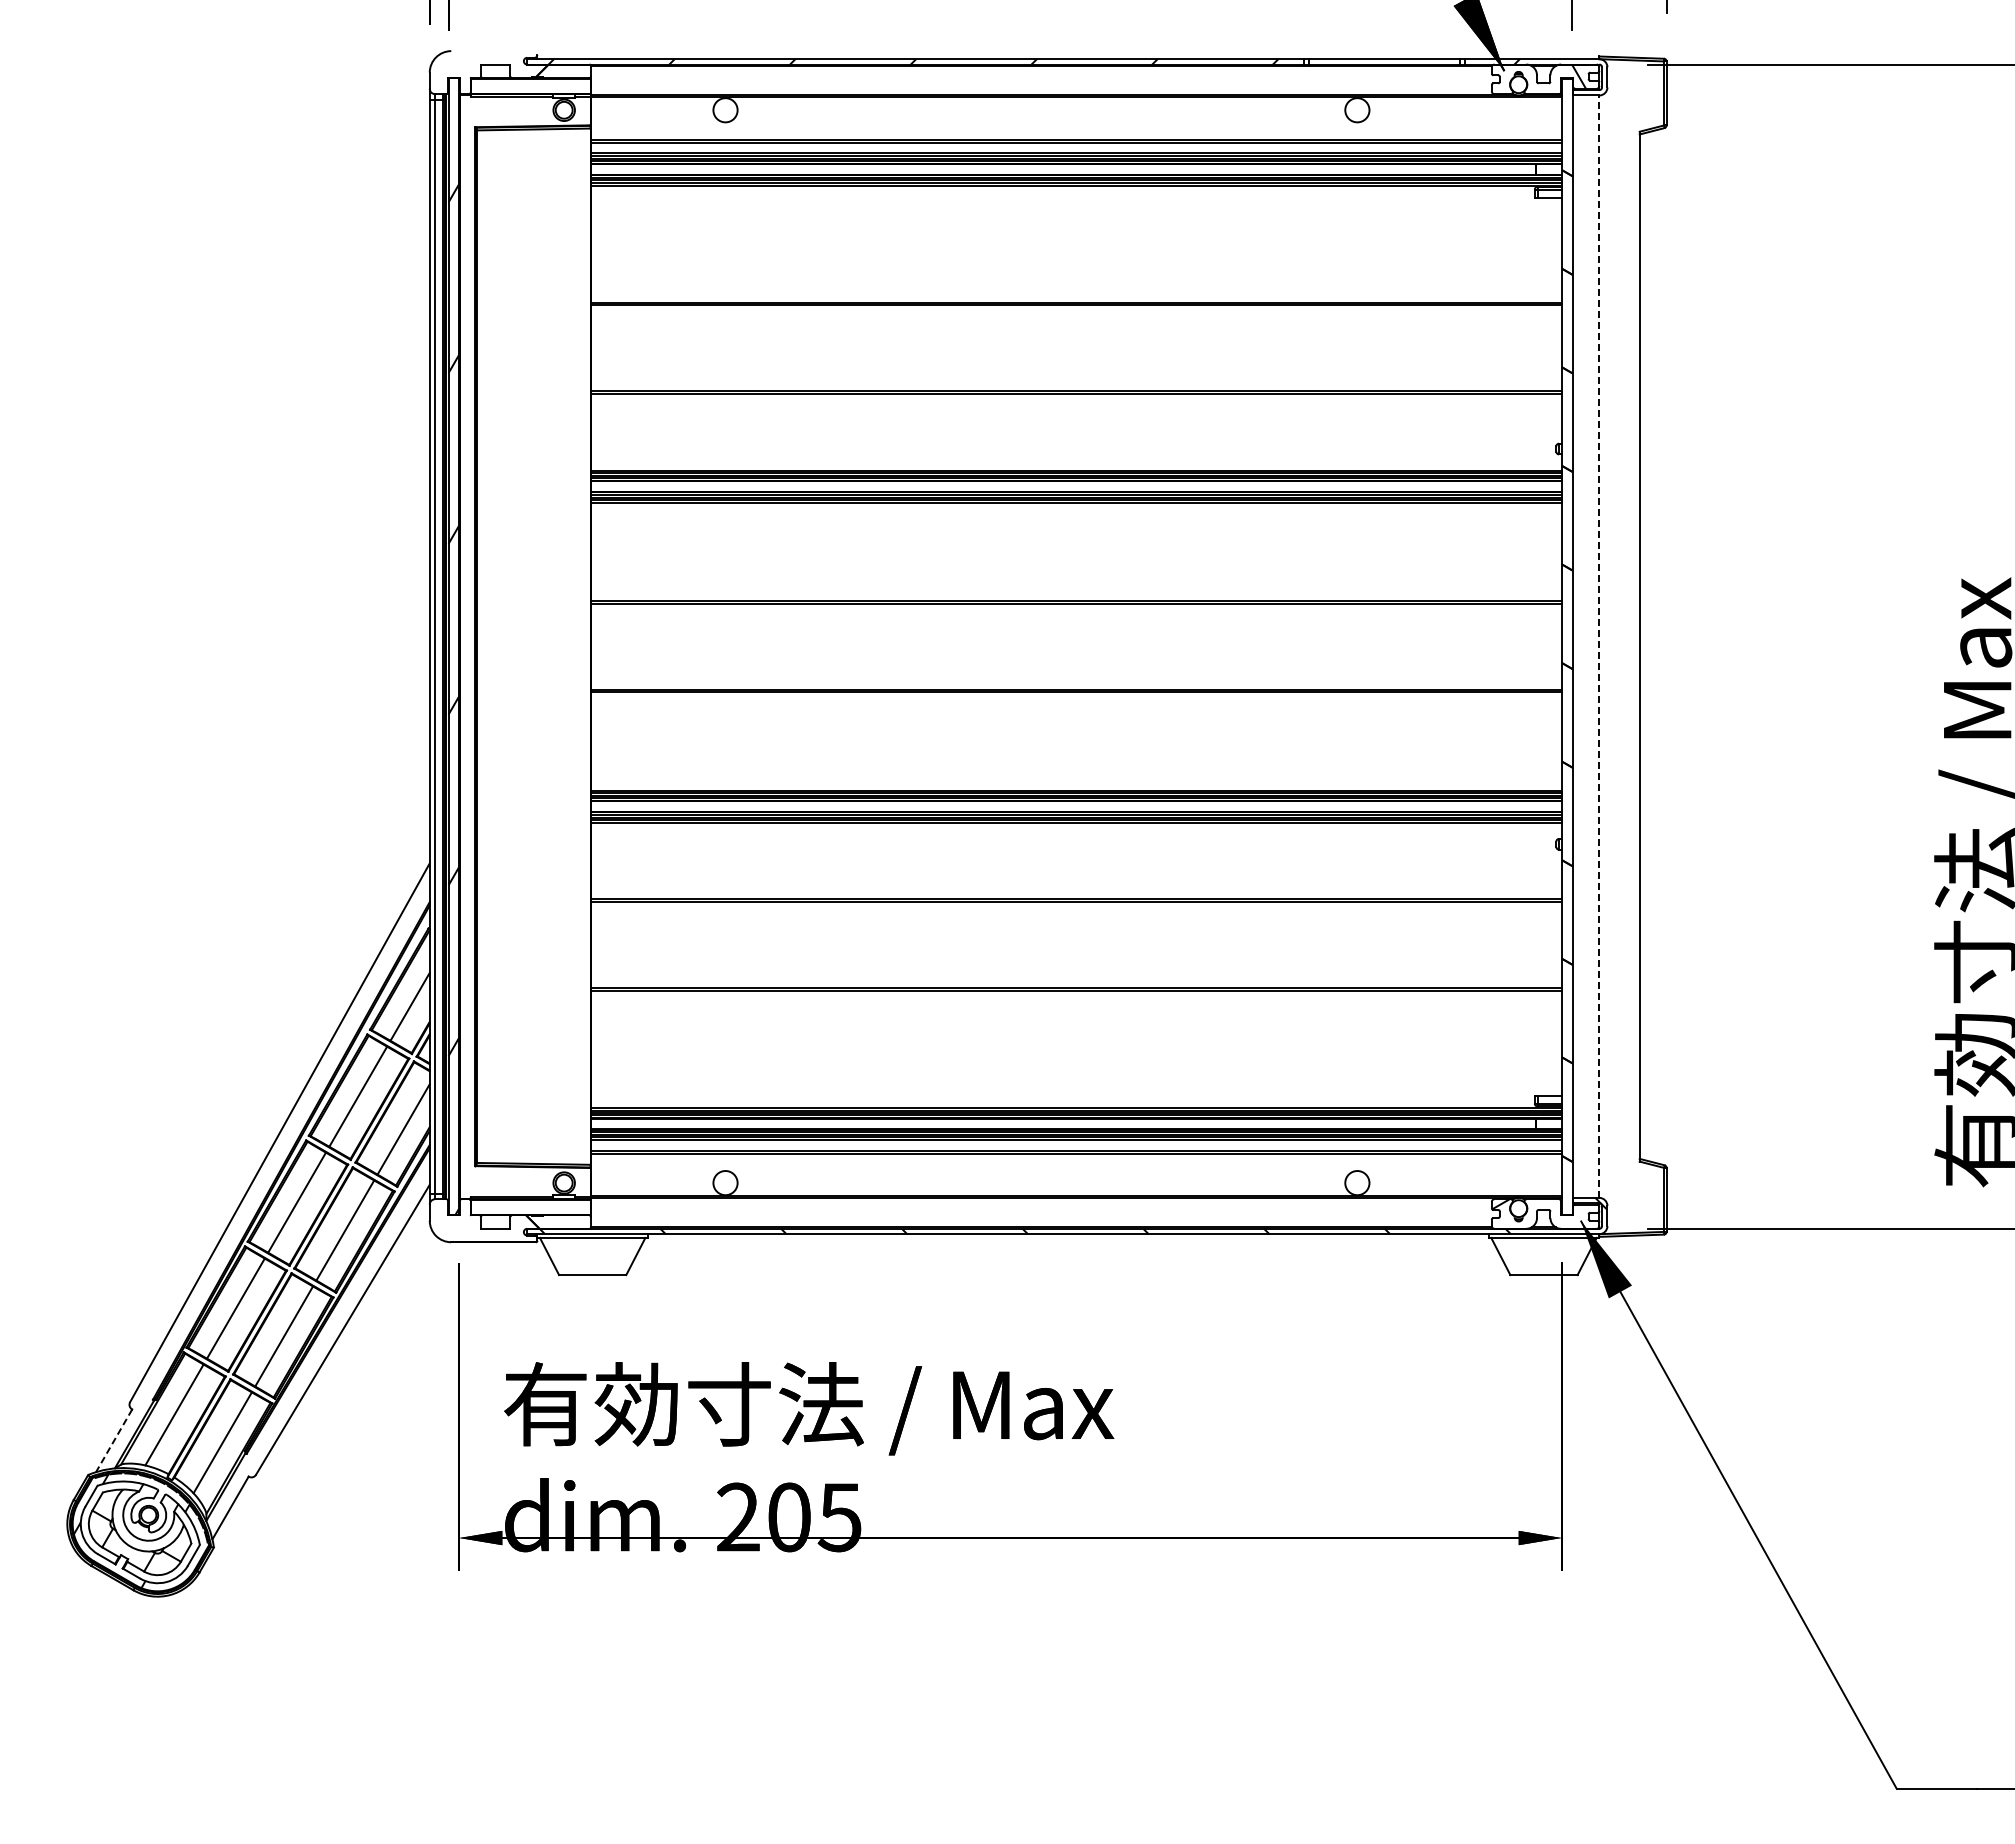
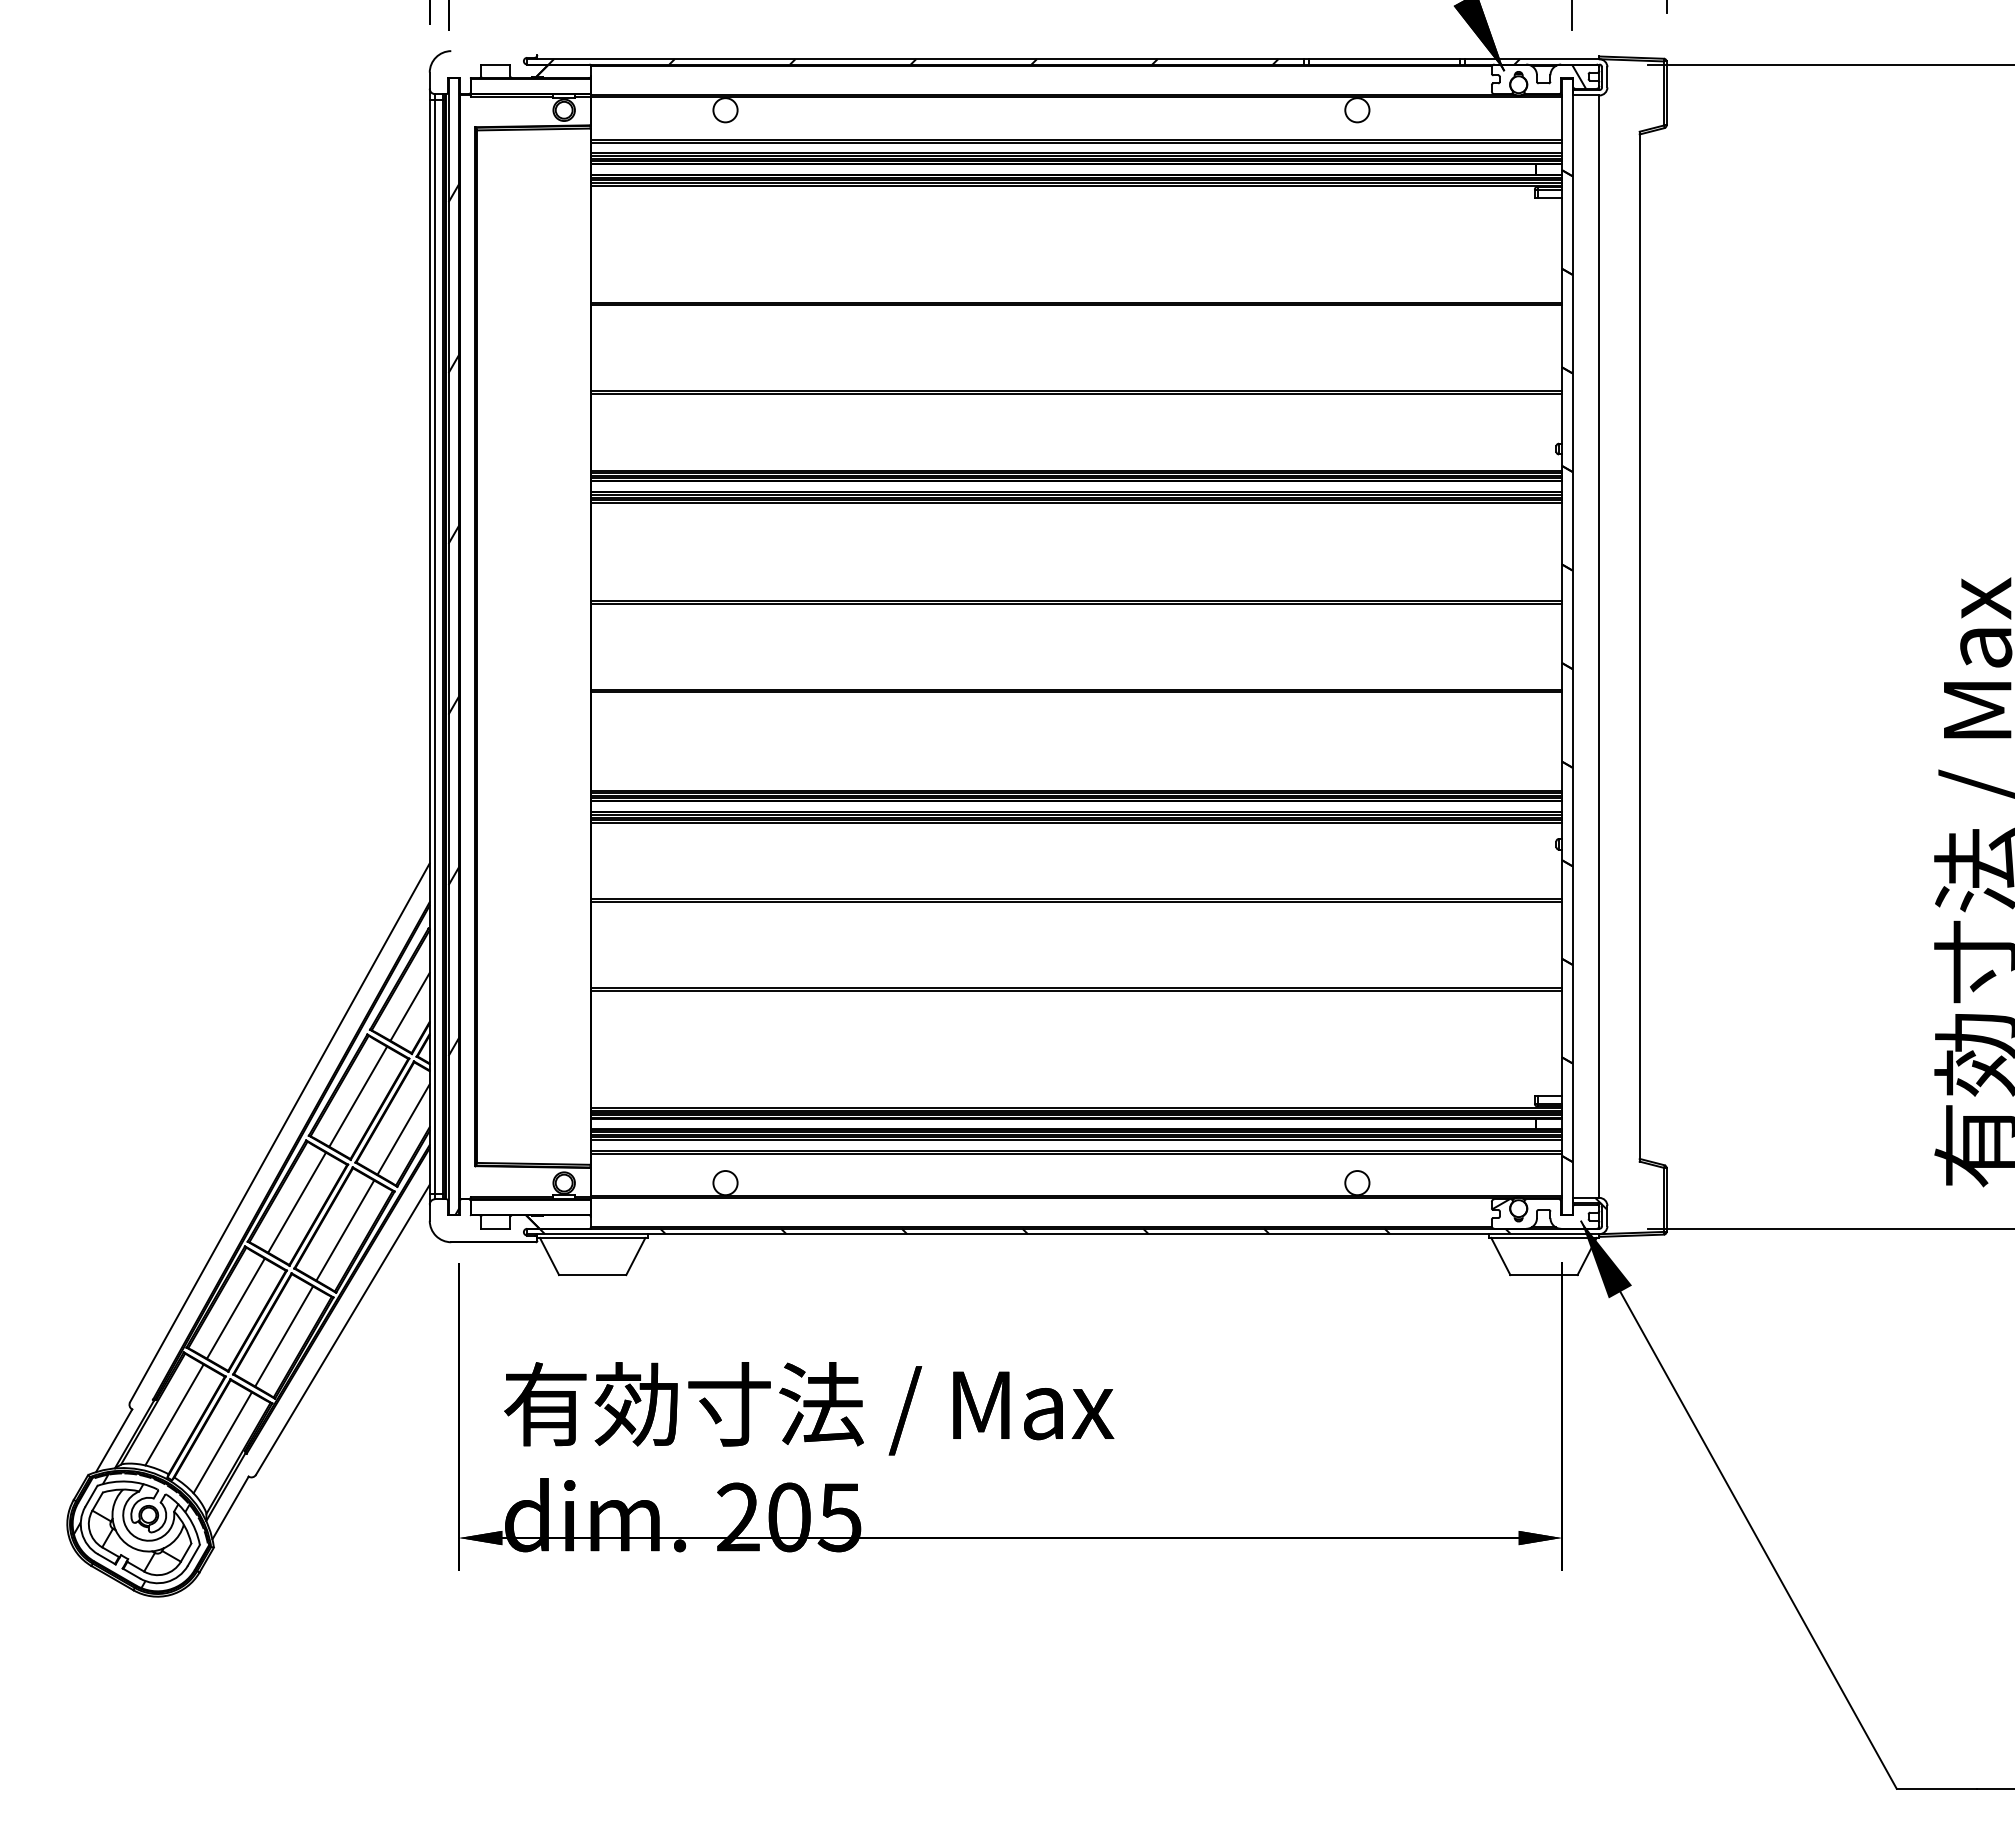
line at (1599, 646): dashed -> solid
line at (113, 1441): dashed -> solid
